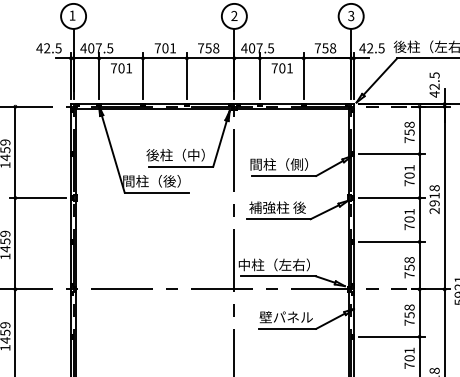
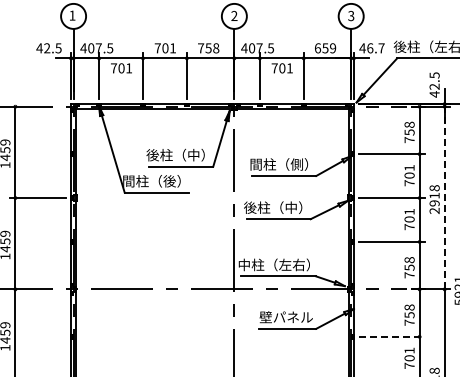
text at (325, 48): 758 -> 659
text at (375, 48): 42.5 -> 46.7
line at (444, 197): solid -> dashed
text at (274, 207): 補強柱 後 -> 後柱（中）
line at (391, 336): solid -> dashed
